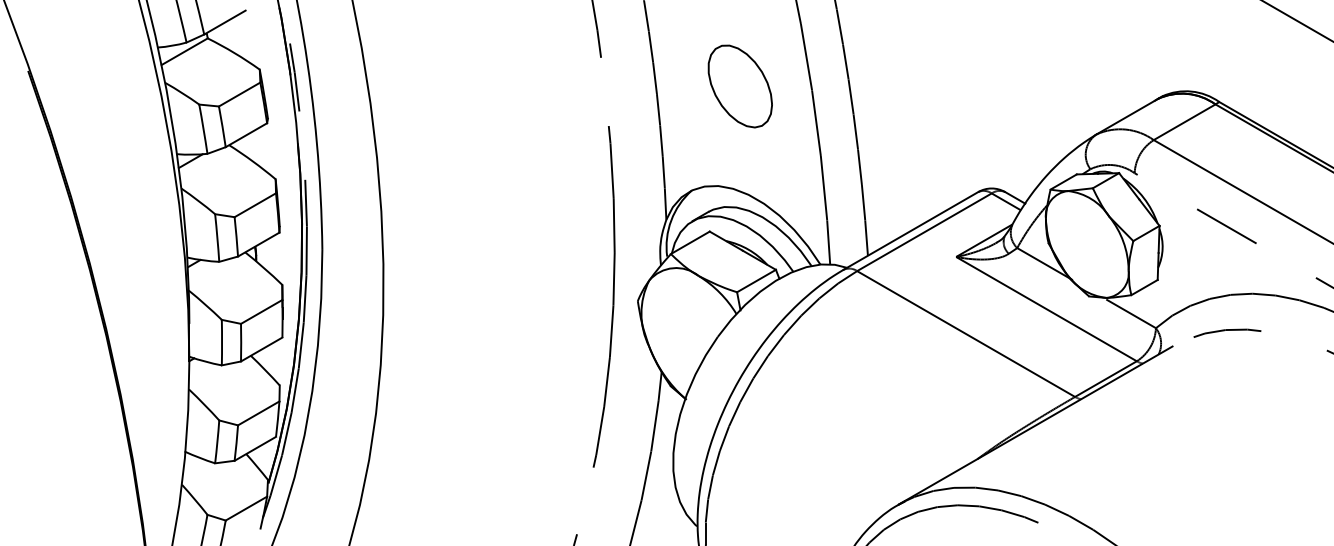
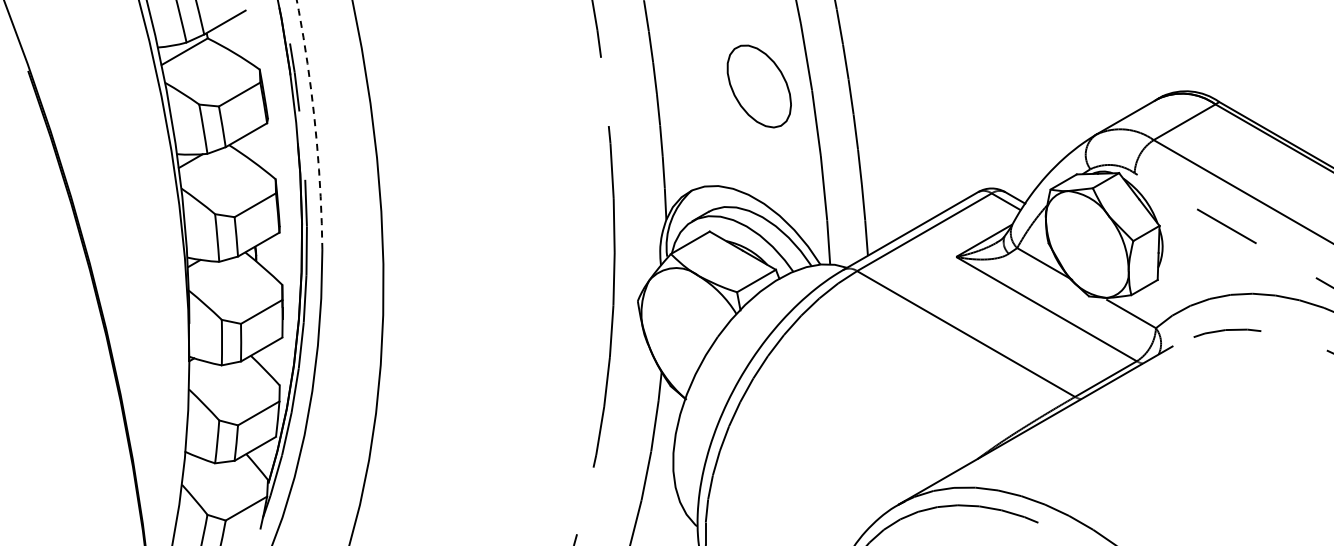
line at (1297, 20): present -> none
part at (739, 86) position: (739, 86) -> (758, 86)
arc at (314, 123): solid -> dashed
